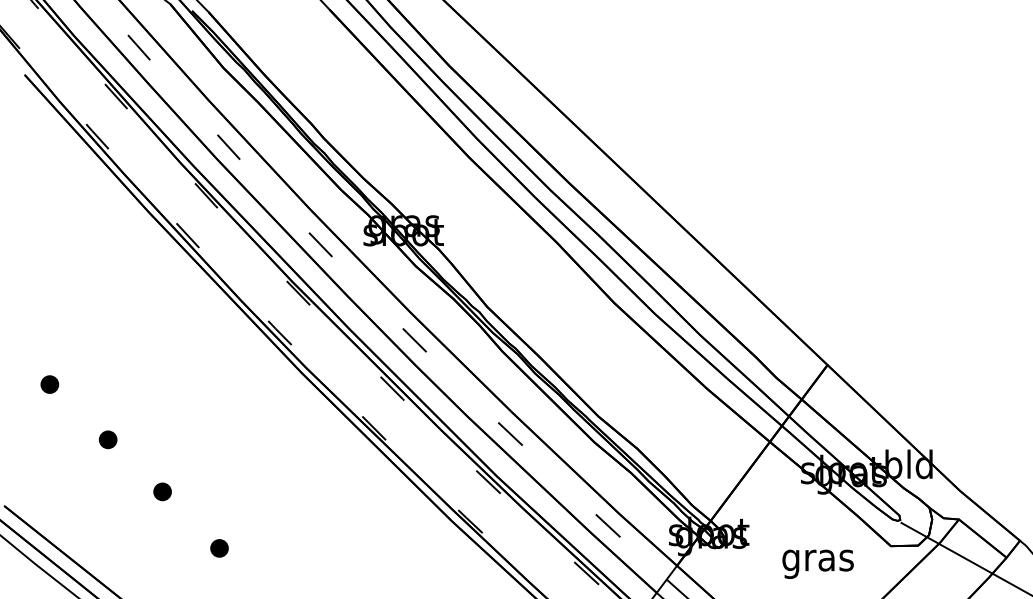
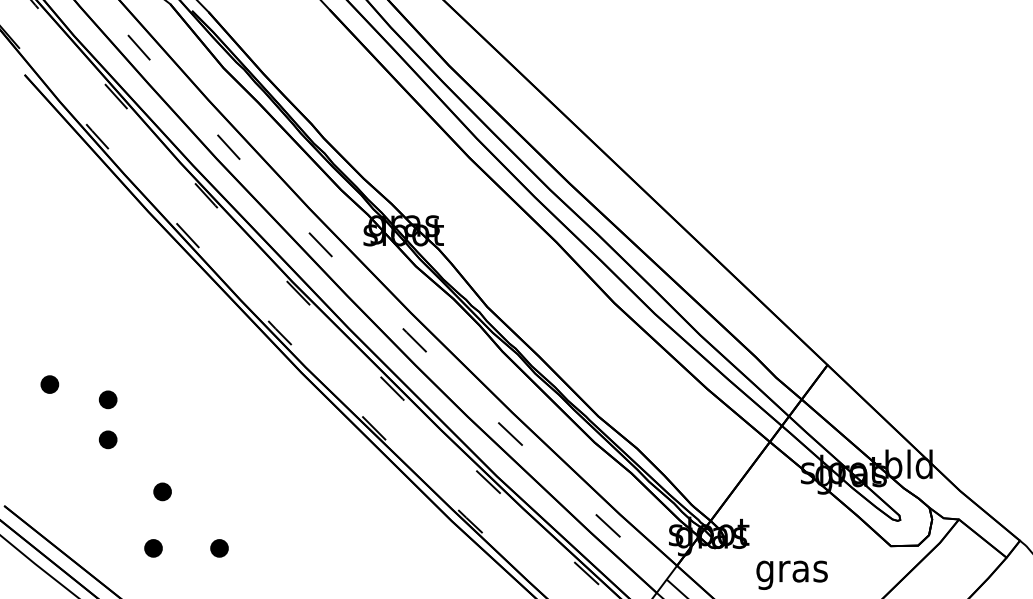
part at (107, 399): none -> present
part at (153, 548): none -> present
line at (965, 558): present -> none
text at (817, 563) position: (817, 563) -> (791, 574)
